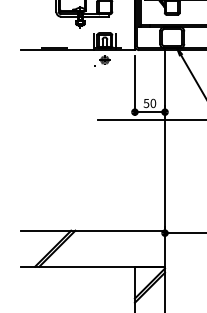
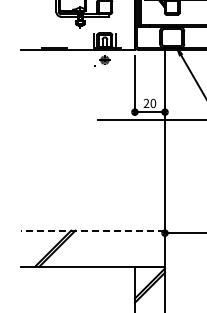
text at (146, 103): 50 -> 20
line at (92, 230): solid -> dashed
